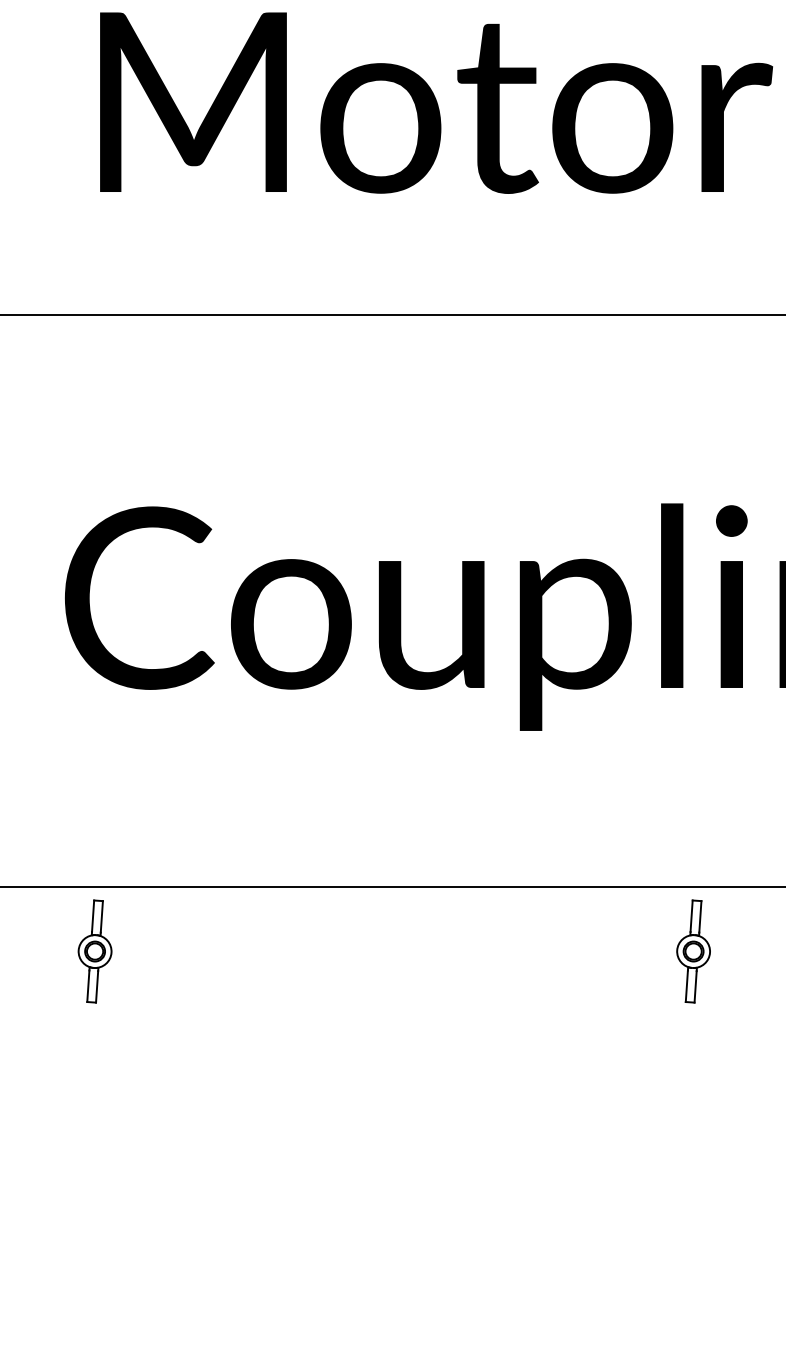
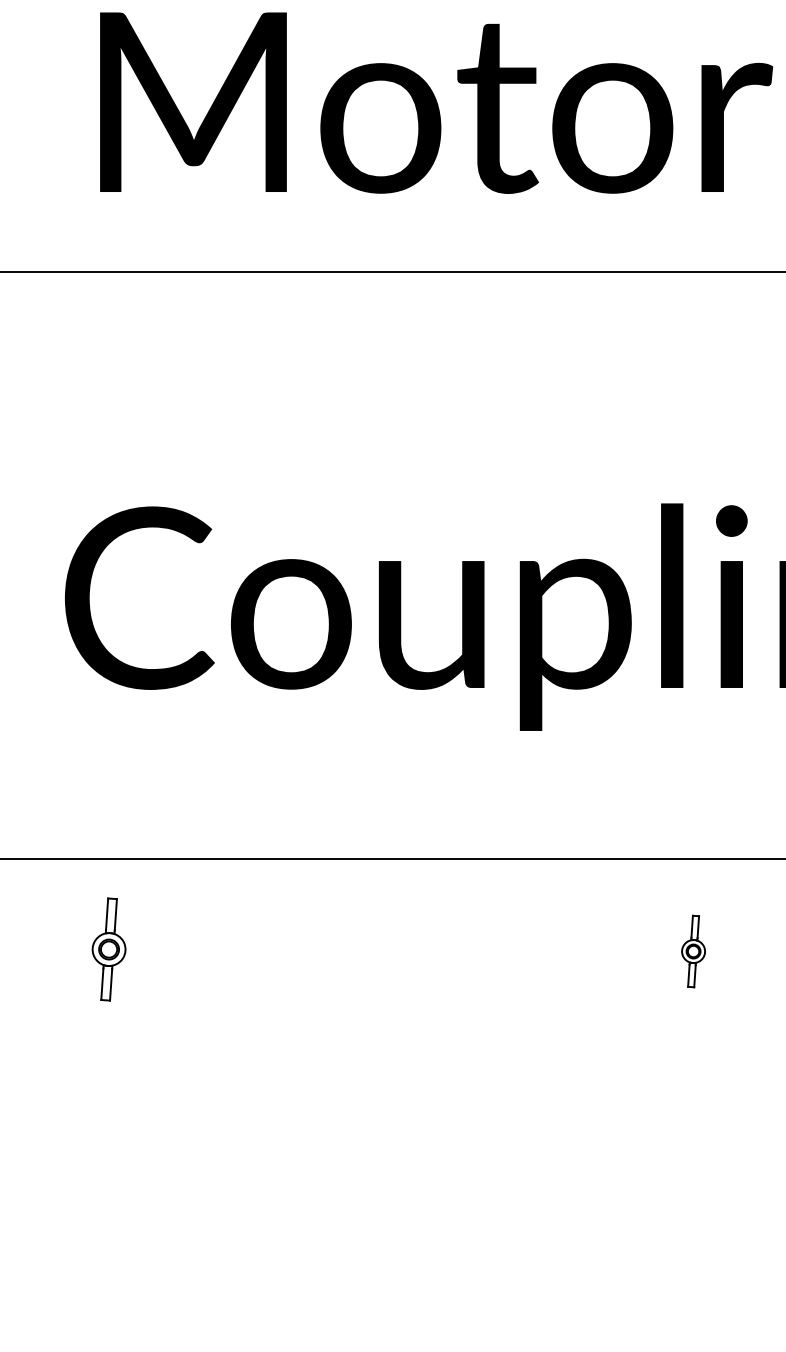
line at (392, 315) position: (392, 315) -> (392, 272)
line at (392, 886) position: (392, 886) -> (392, 858)
part at (94, 951) position: (94, 951) -> (108, 949)
part at (693, 951) size: 35x105 px -> 25x75 px
